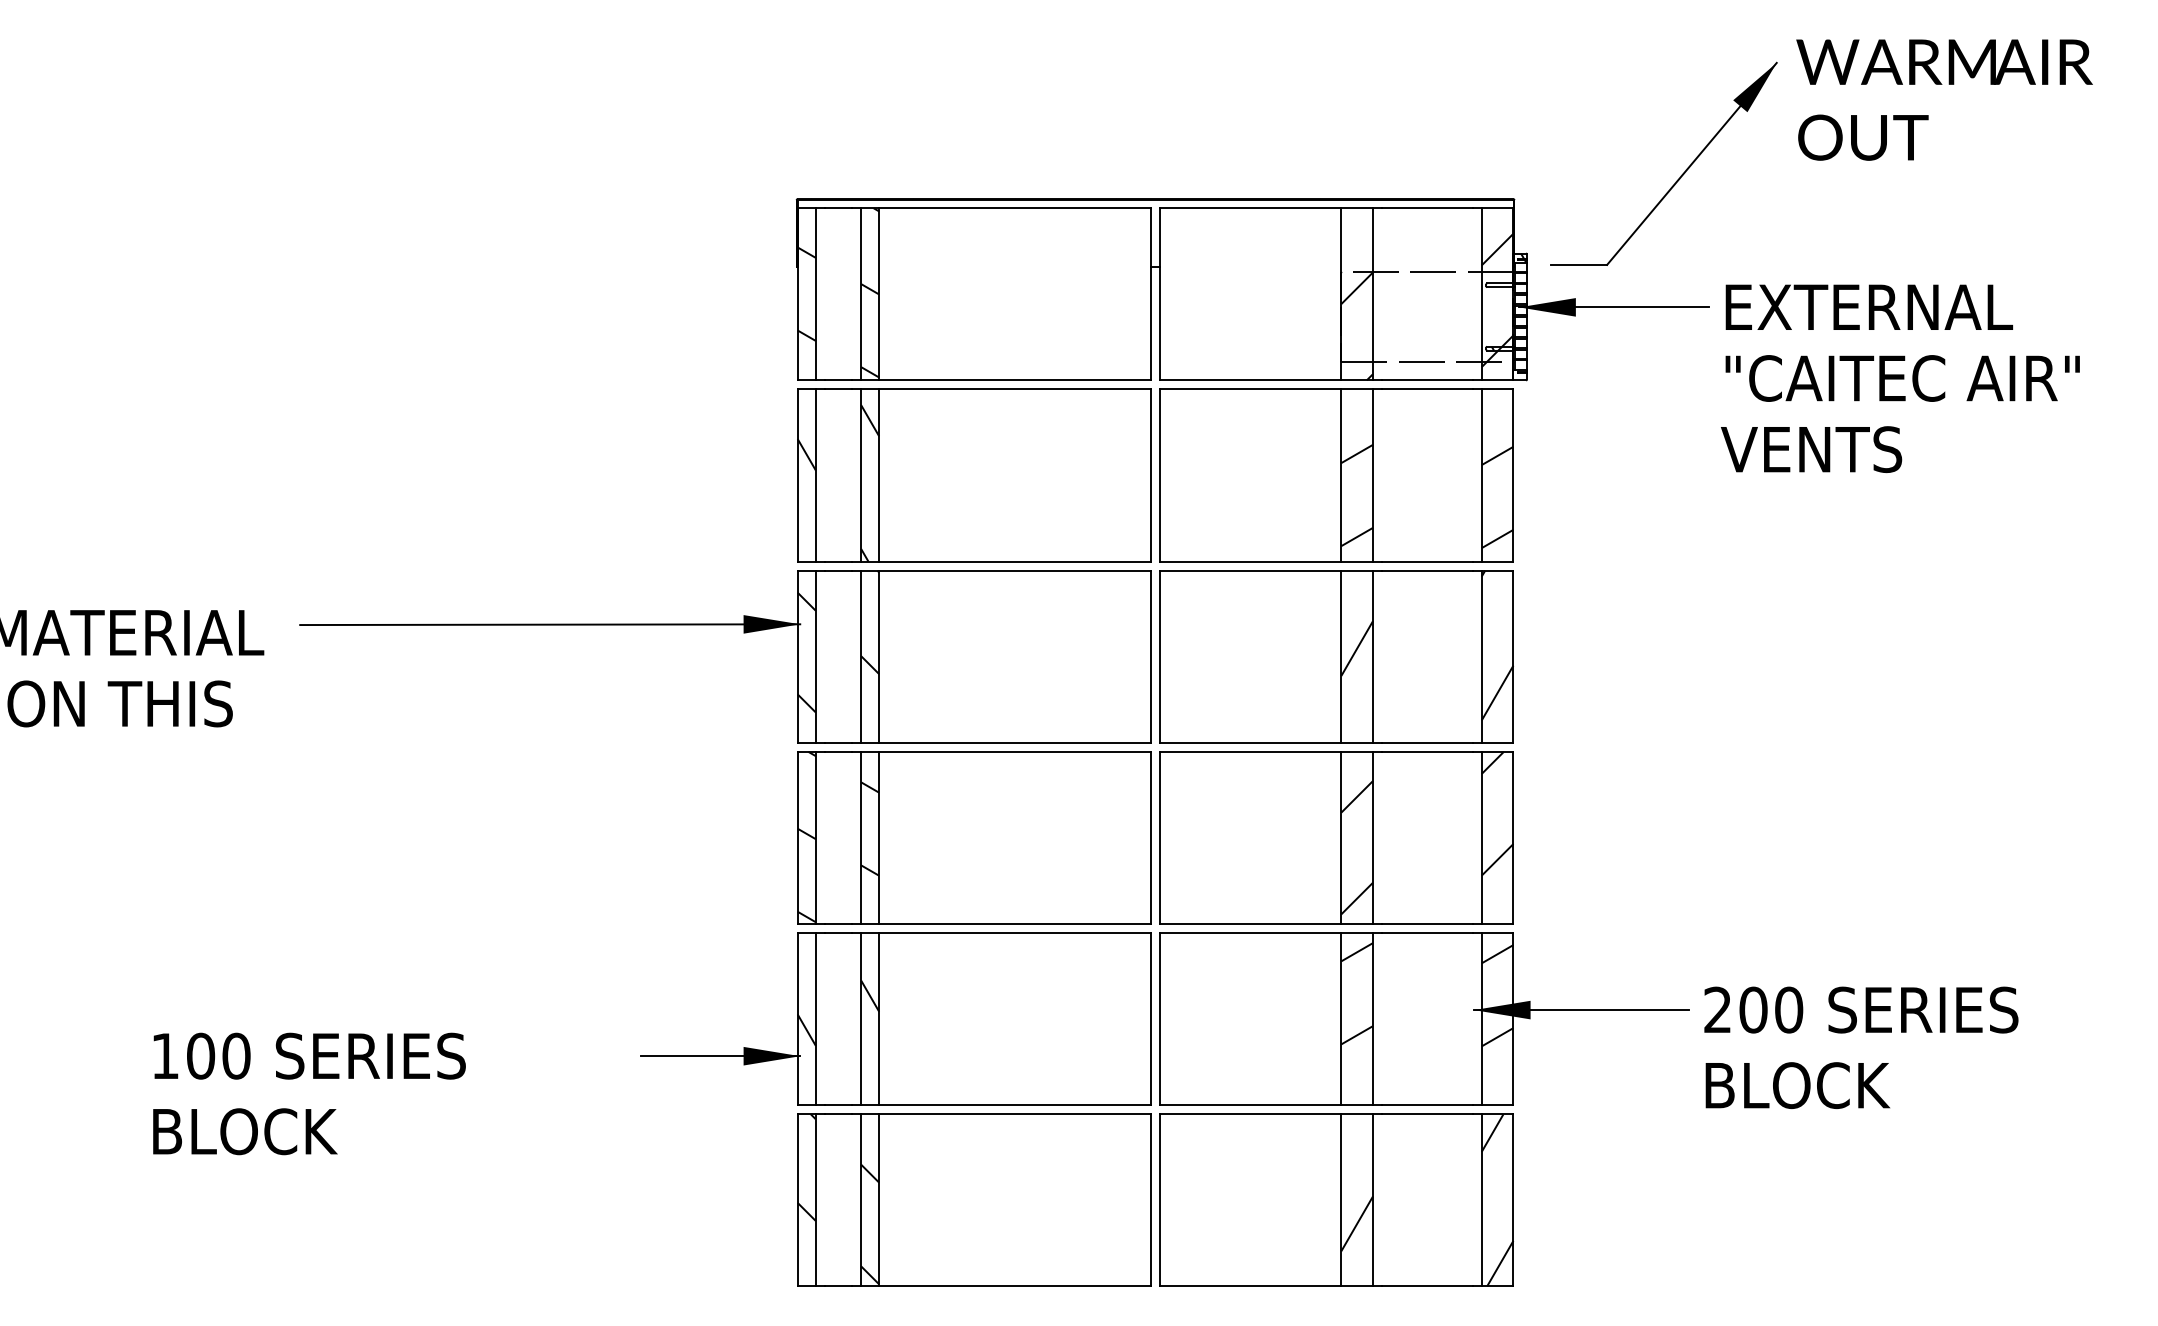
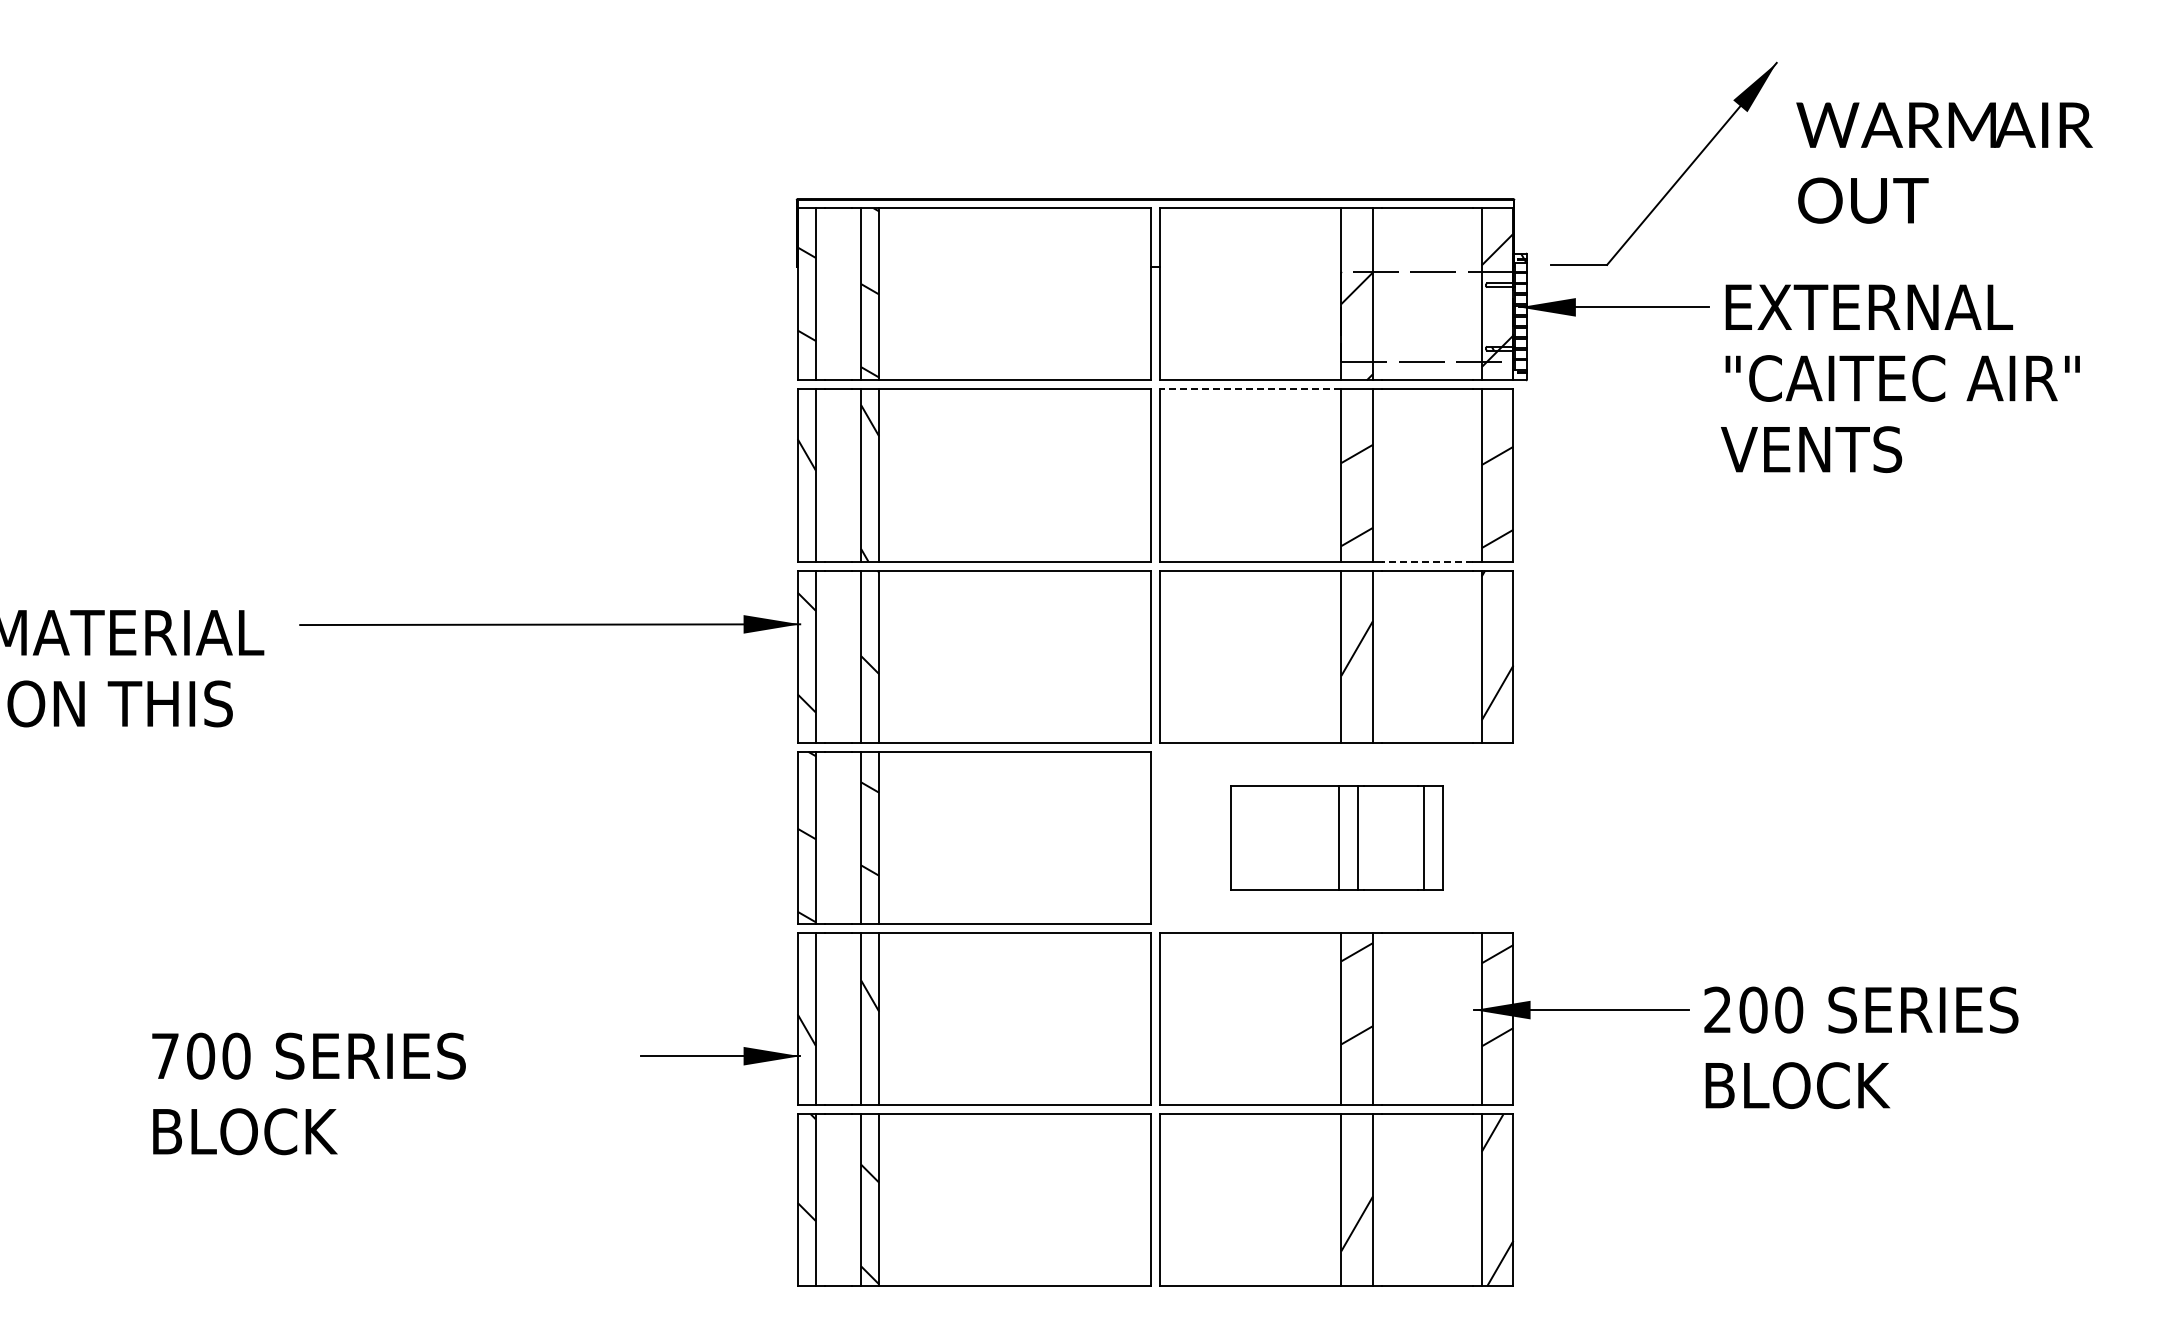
text at (1944, 99) position: (1944, 99) -> (1944, 162)
line at (1250, 389): solid -> dashed
line at (1426, 561): solid -> dashed
part at (1336, 837) size: 355x174 px -> 214x106 px
text at (165, 1055): 100 -> 700
